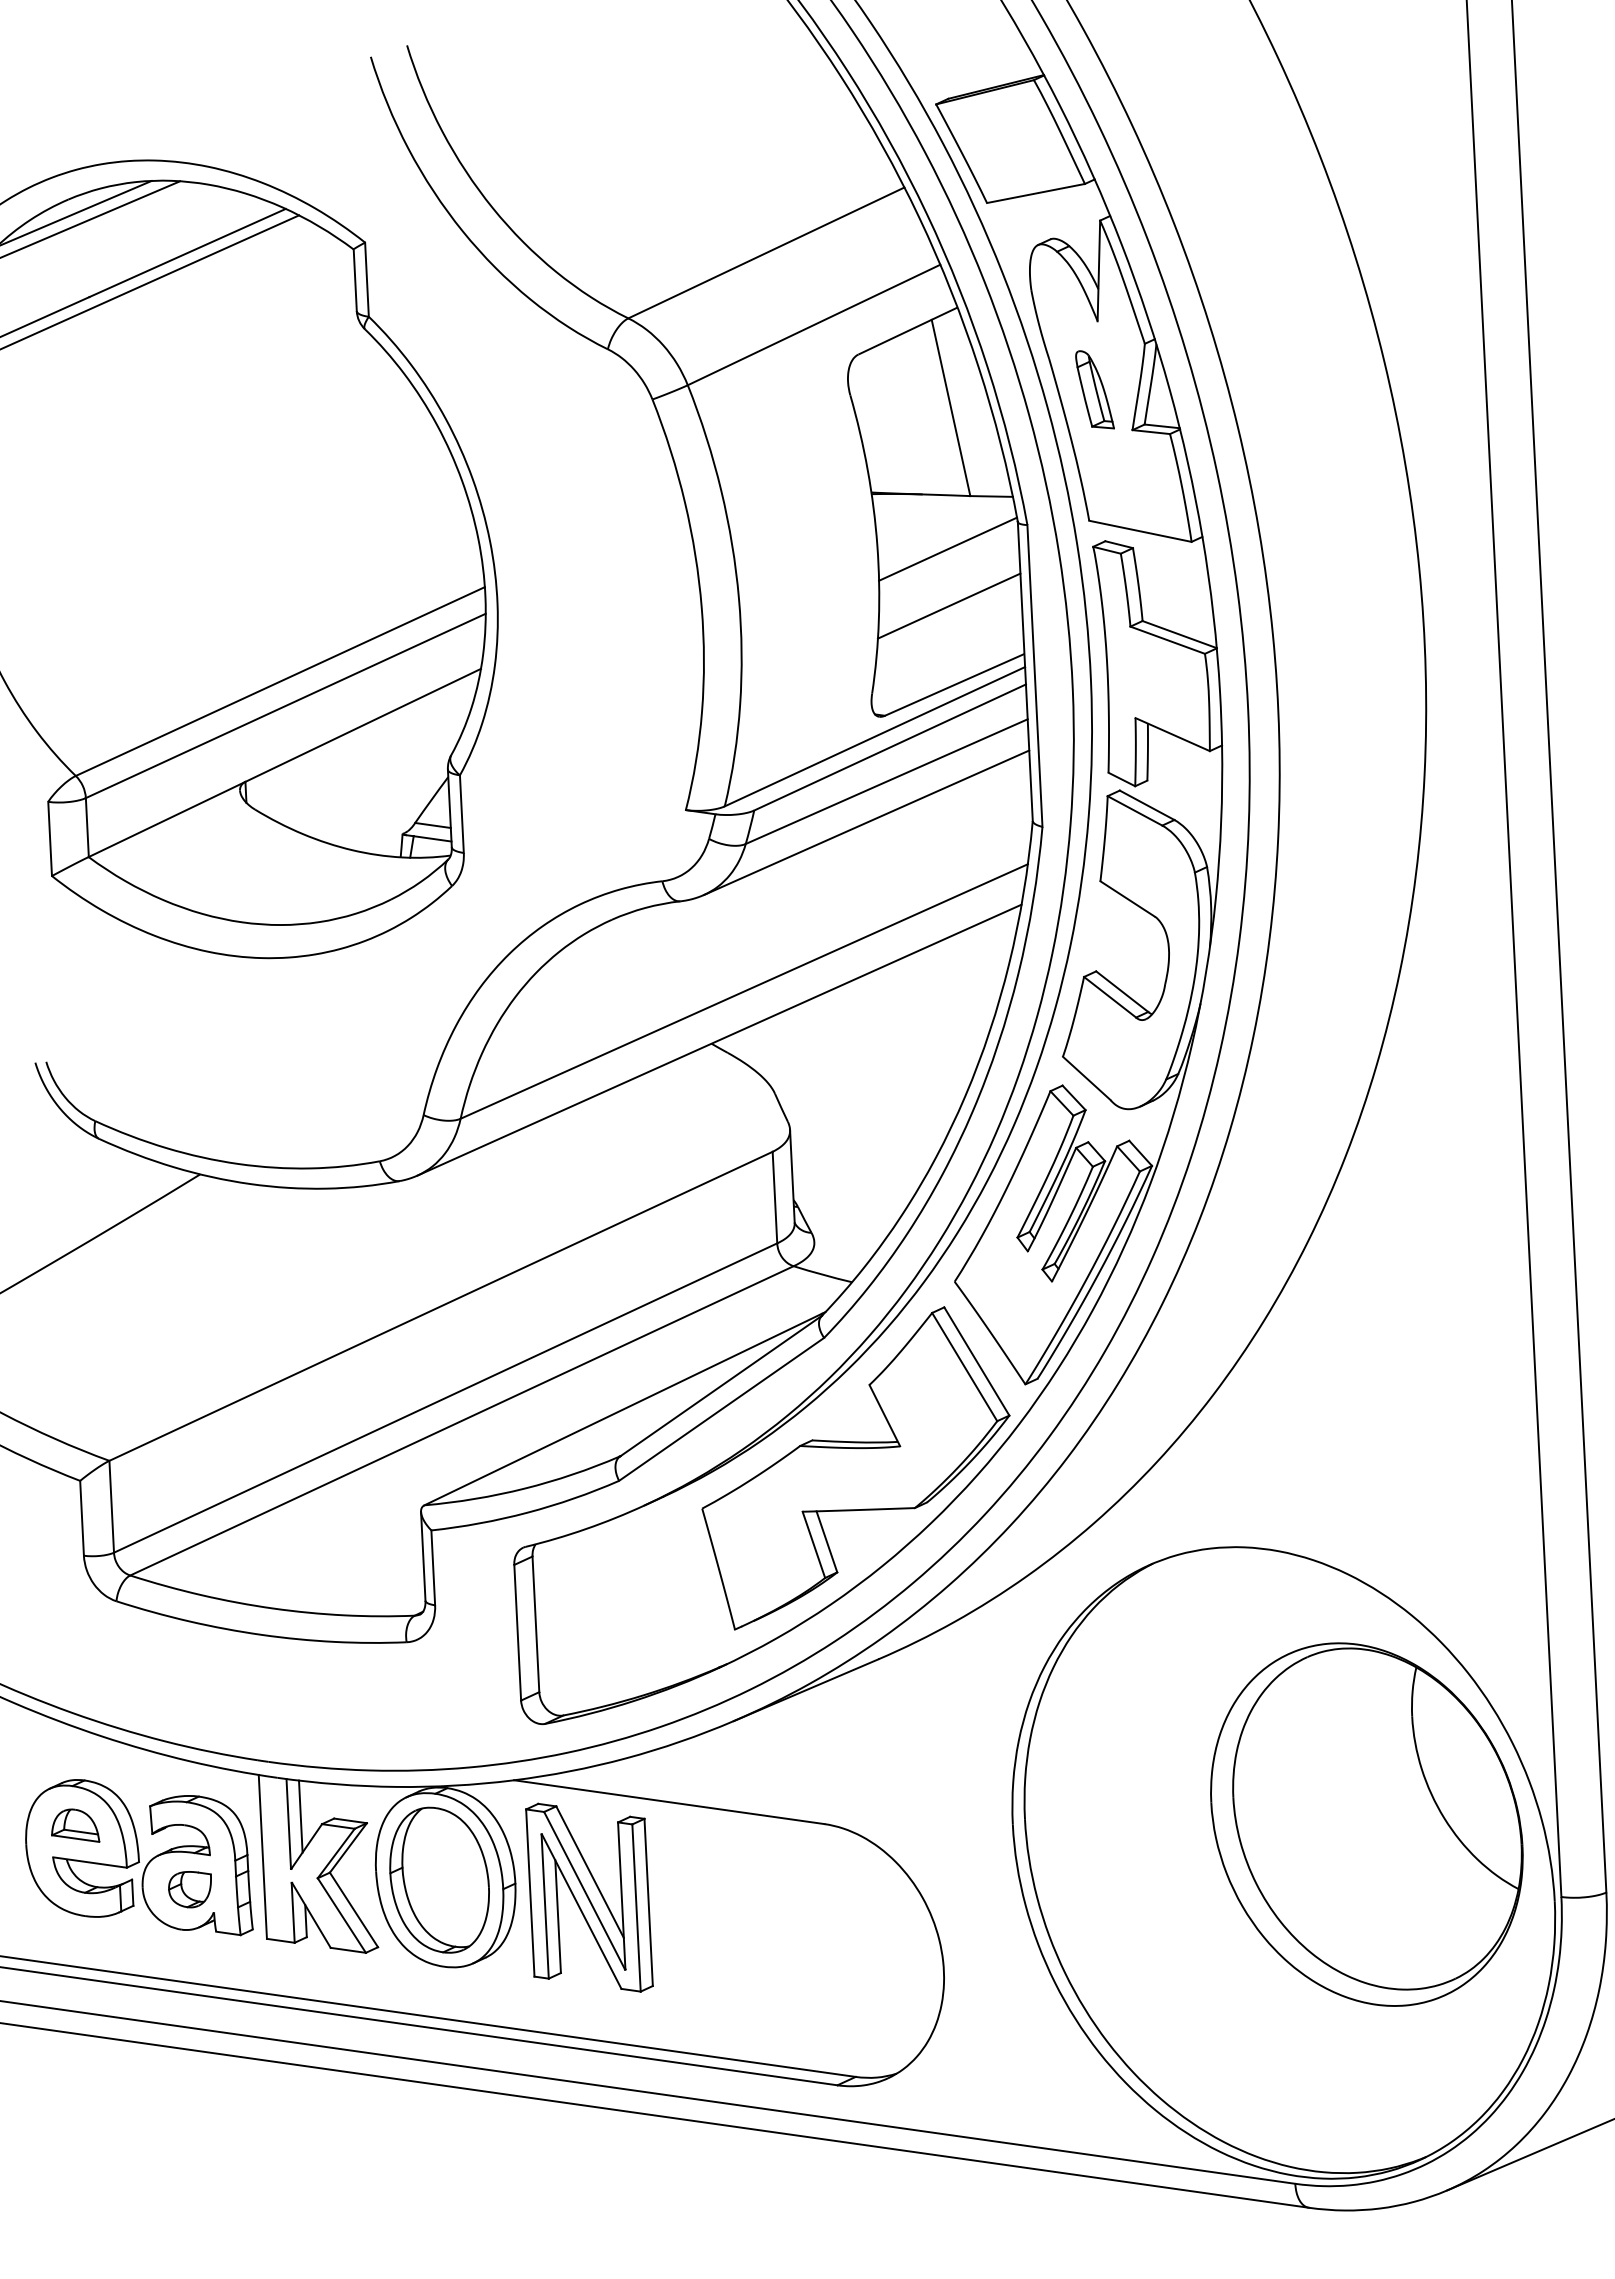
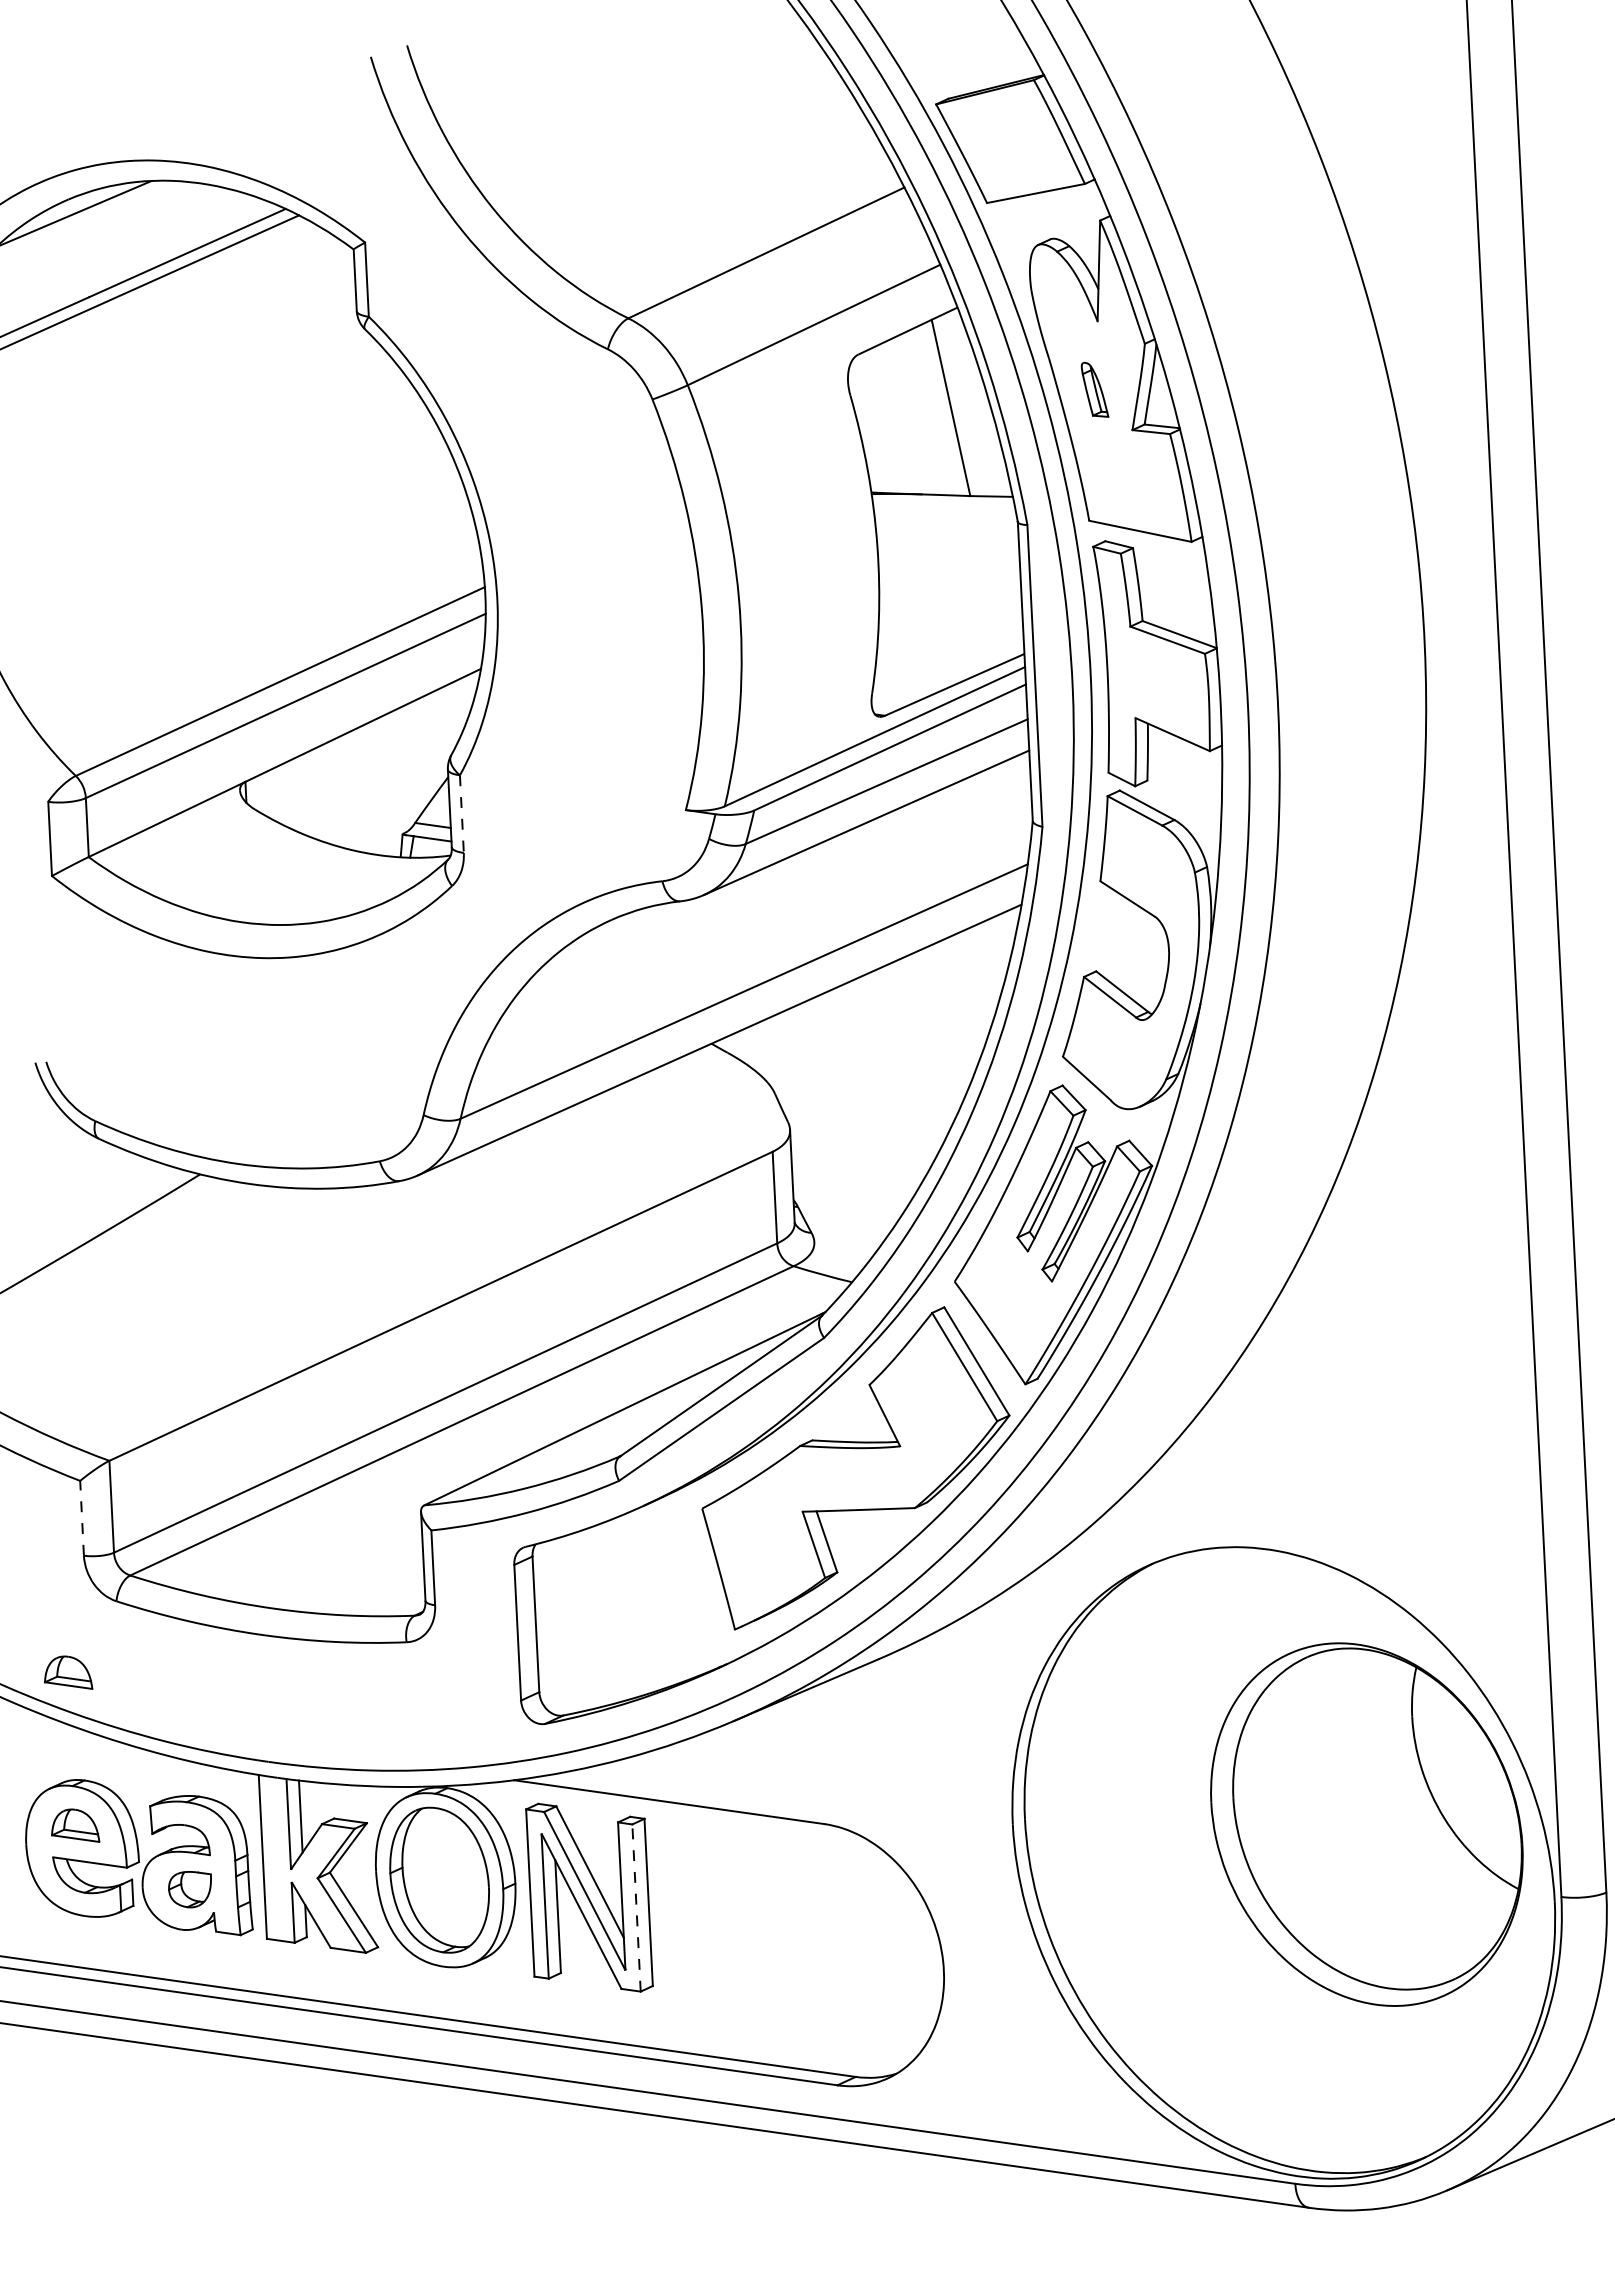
line at (91, 218): present -> none
part at (1094, 389) size: 40x80 px -> 30x56 px
line at (948, 548): present -> none
line at (948, 605): present -> none
line at (461, 814): solid -> dashed
line at (82, 1517): solid -> dashed
part at (68, 1672): none -> present
line at (636, 1908): solid -> dashed
